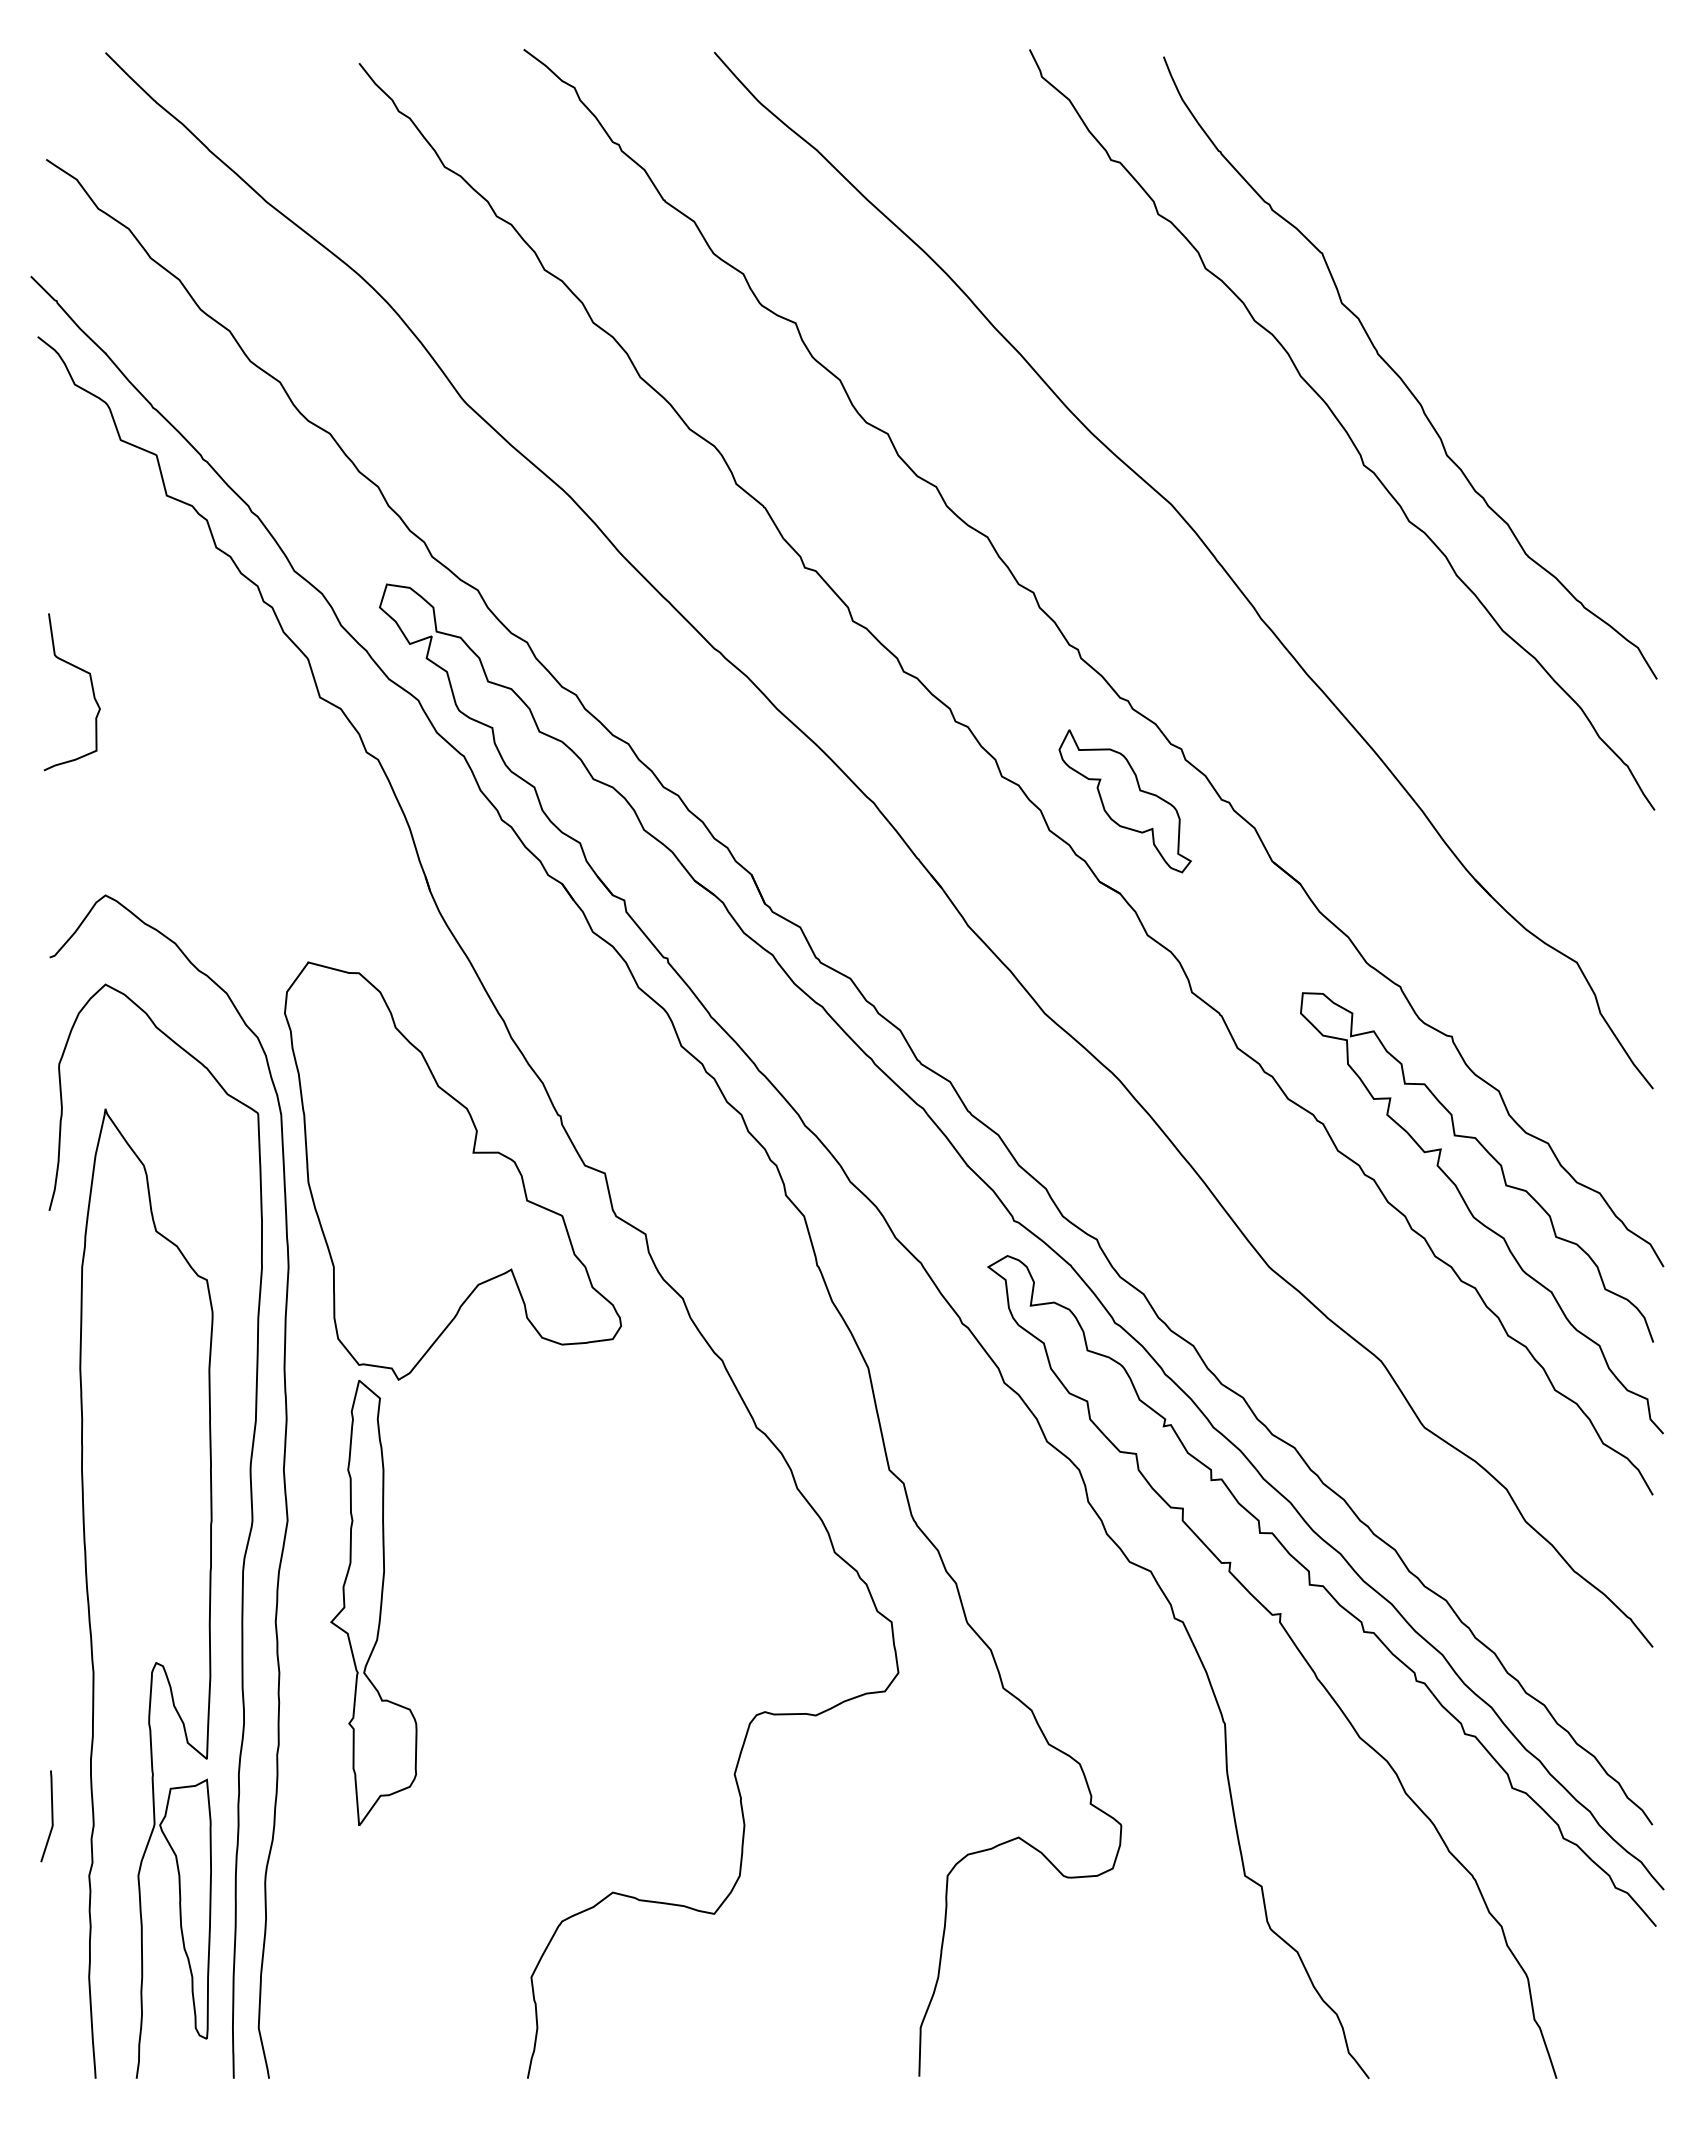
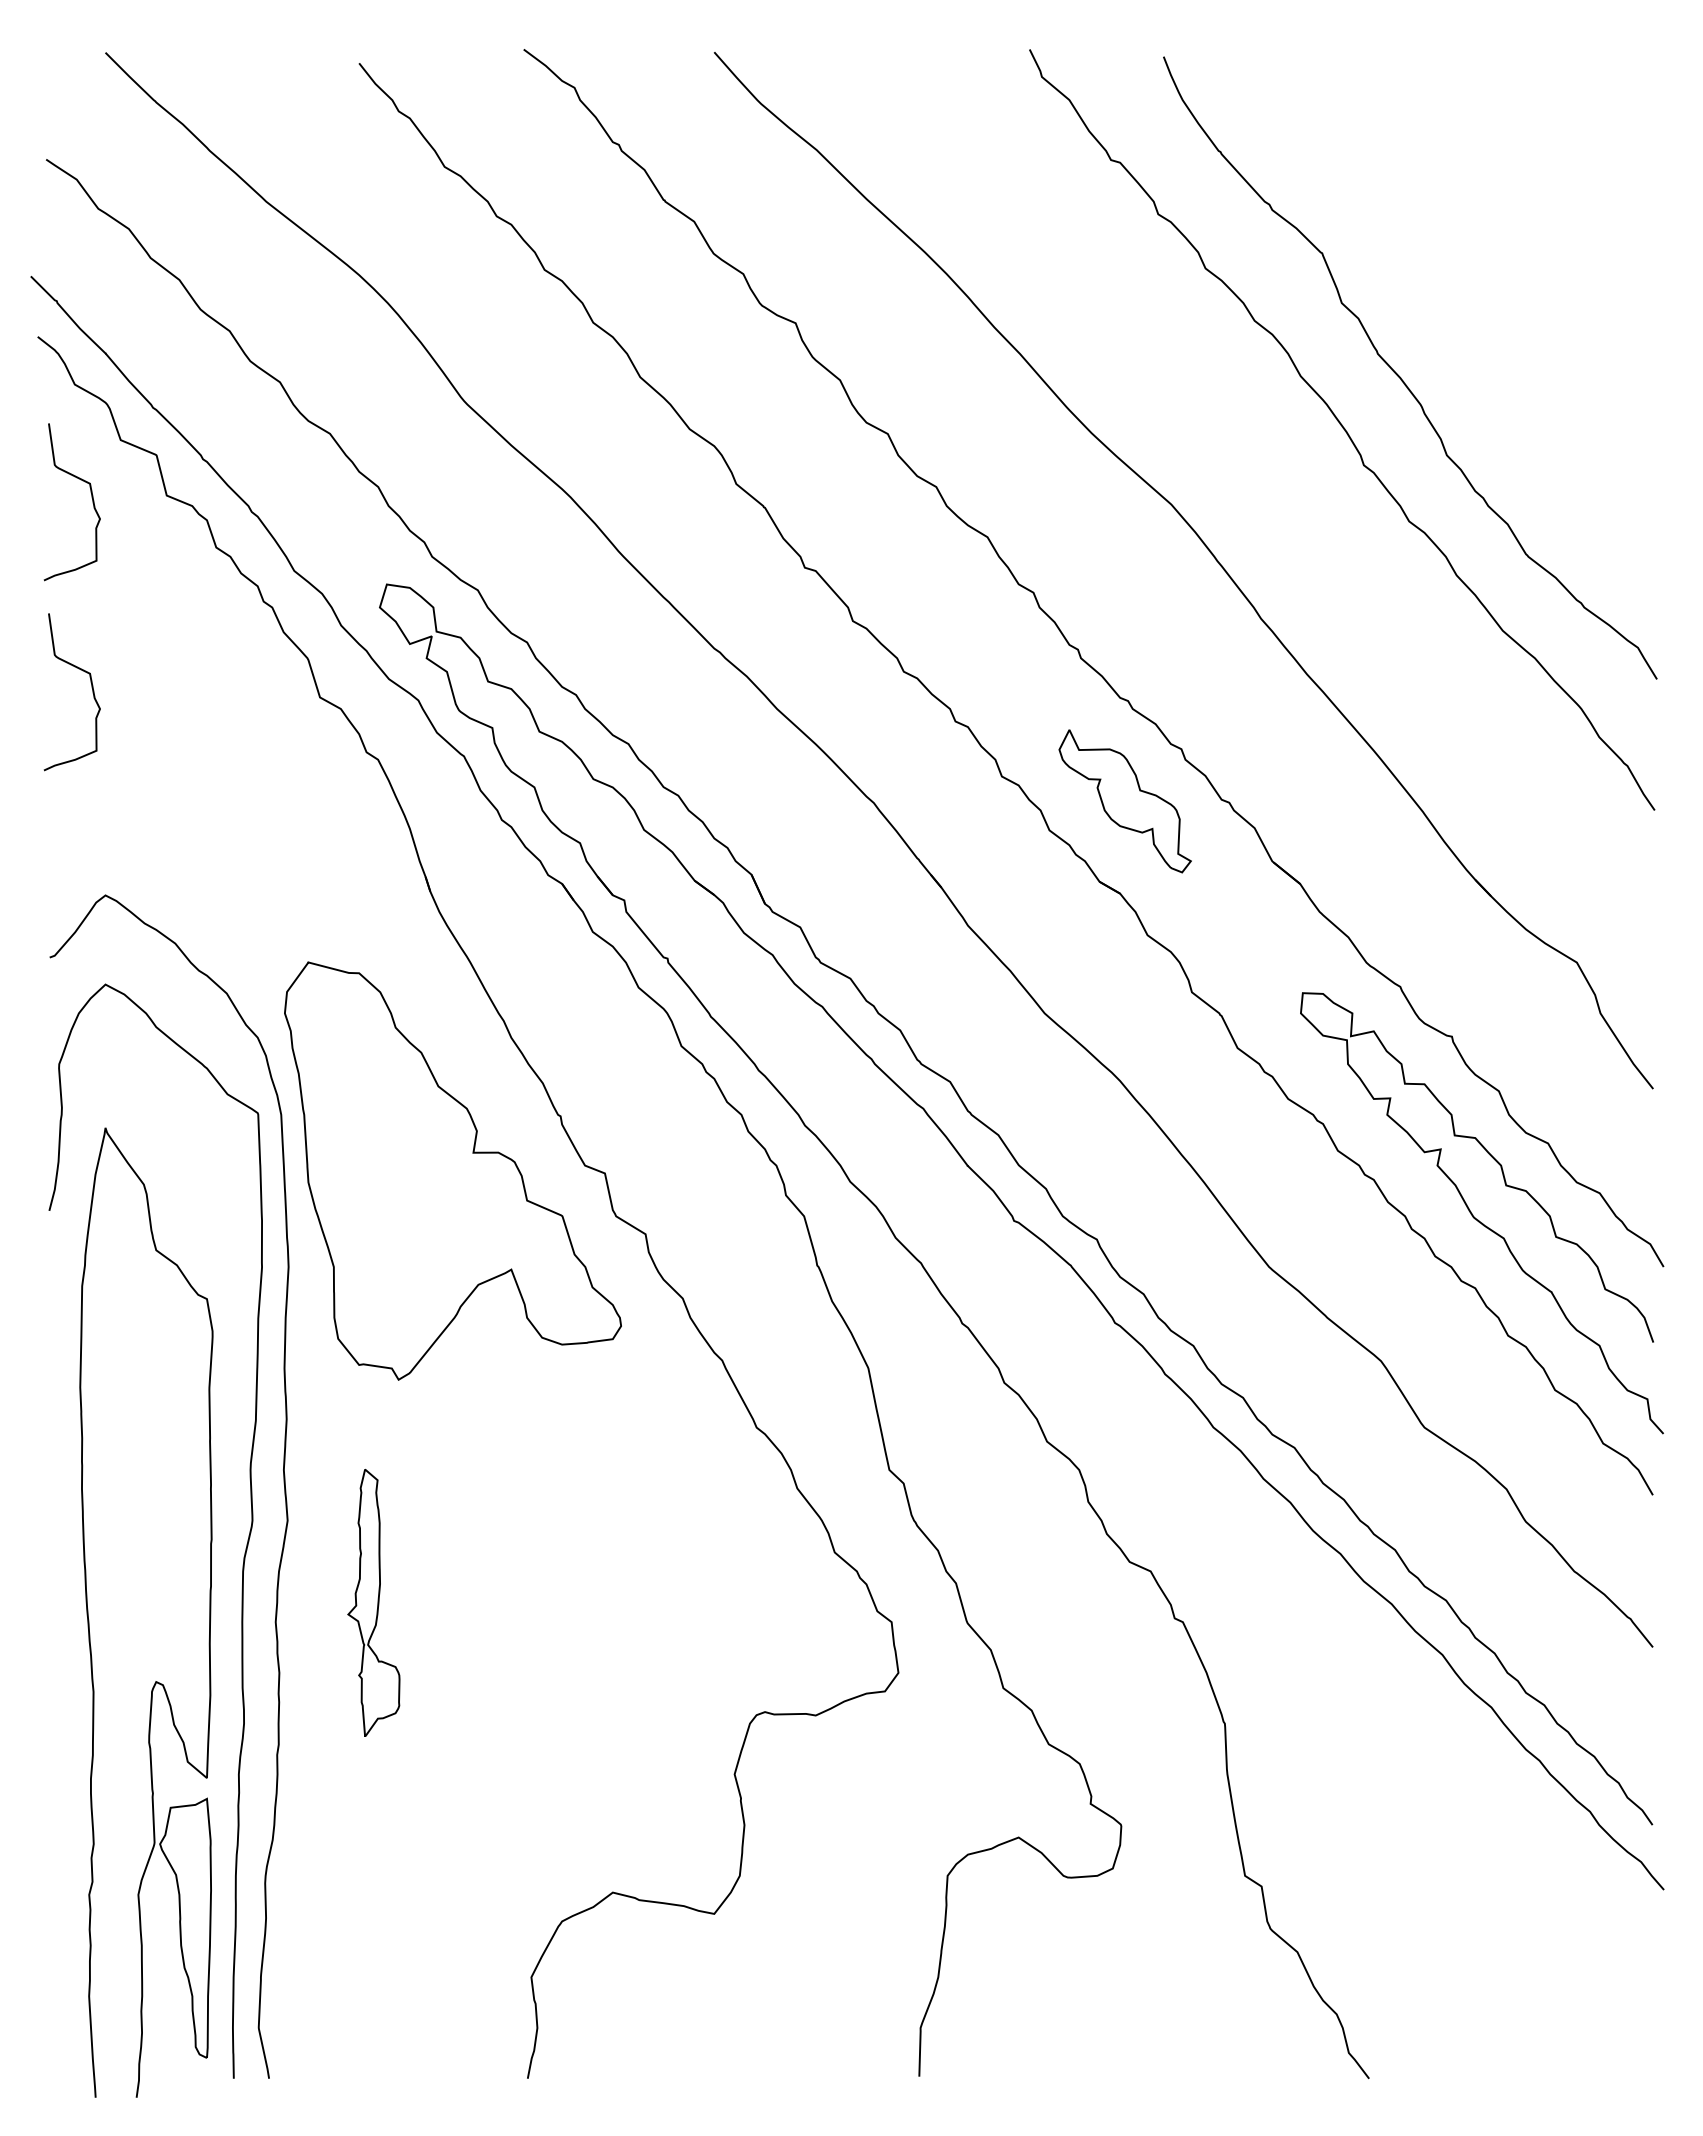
curve at (91, 498): none -> present
part at (89, 1601) position: (89, 1601) -> (89, 1620)
part at (373, 1602) size: 88x446 px -> 54x268 px
curve at (1315, 1672): present -> none
curve at (51, 1816): present -> none
